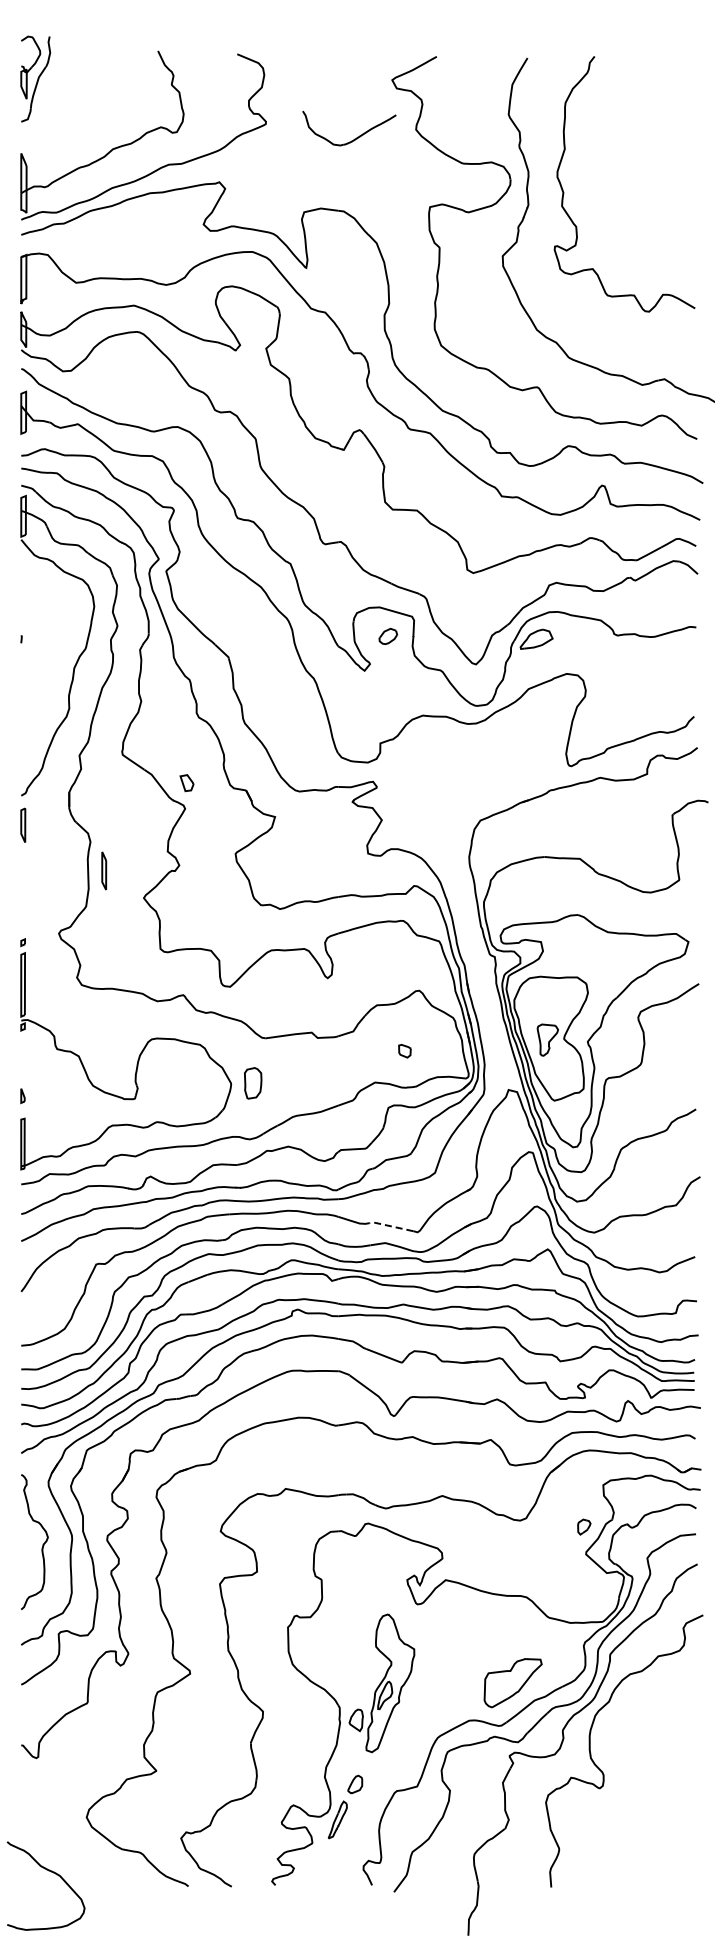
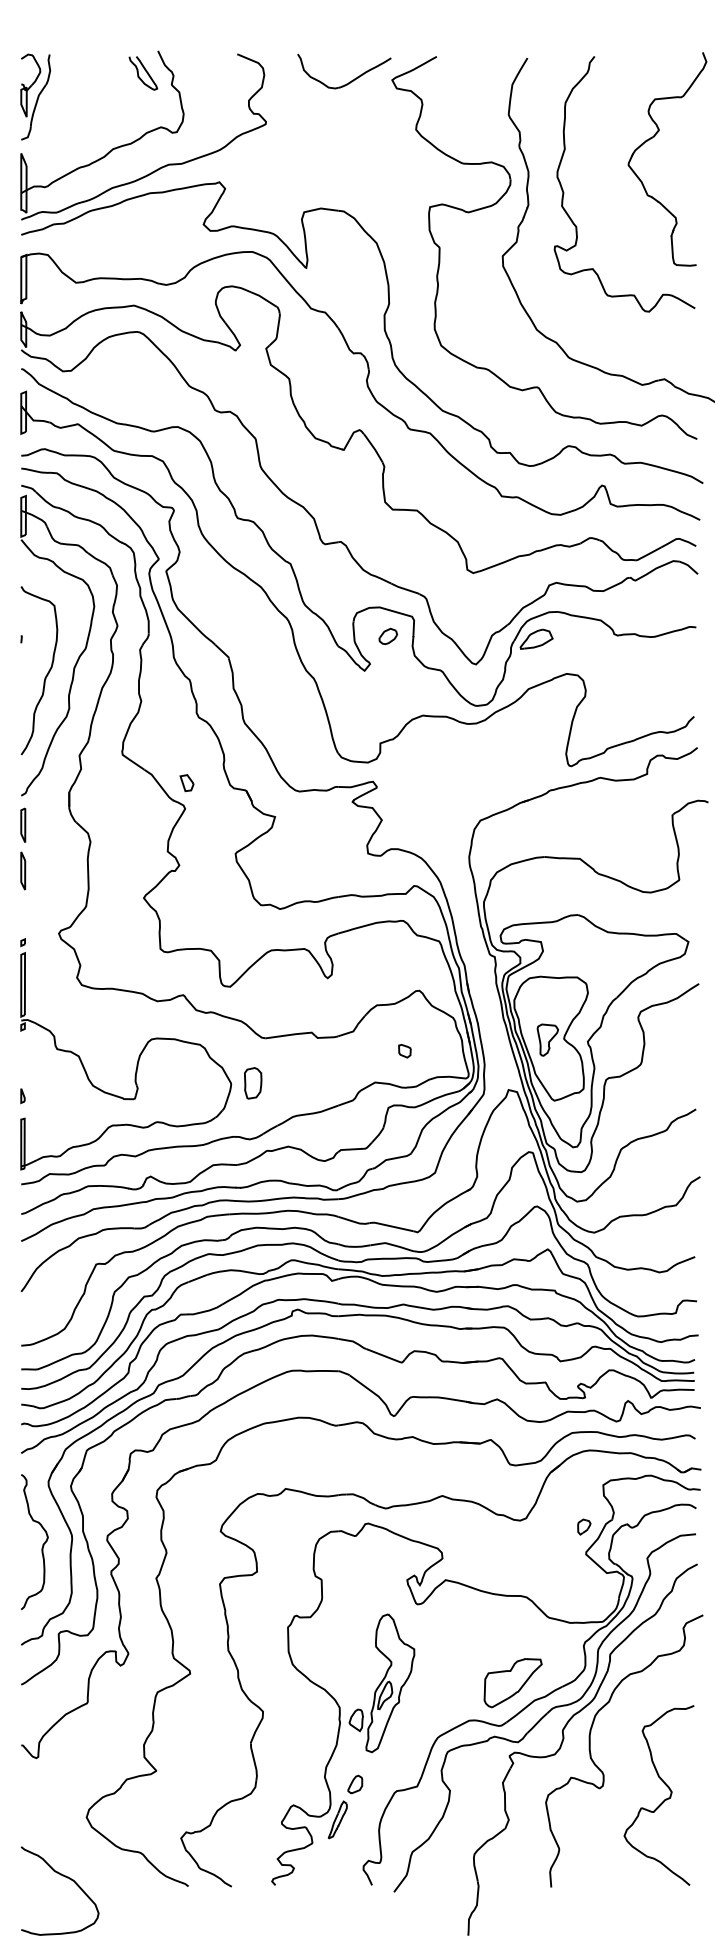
curve at (145, 71): none -> present
part at (35, 78) position: (35, 78) -> (35, 96)
part at (654, 137): none -> present
part at (354, 138) position: (354, 138) -> (349, 81)
curve at (46, 674): none -> present
part at (104, 870) position: (104, 870) -> (23, 870)
line at (390, 1226): dashed -> solid
curve at (663, 1800): none -> present
curve at (48, 1871) position: (48, 1871) -> (62, 1876)
